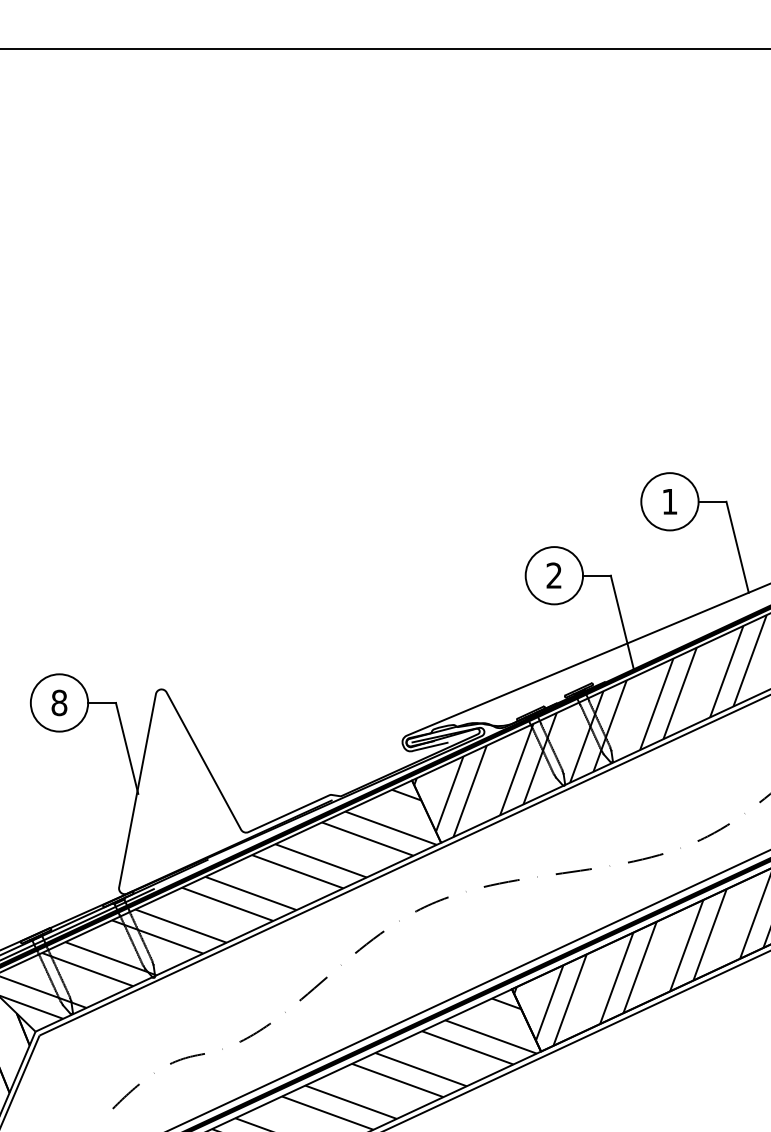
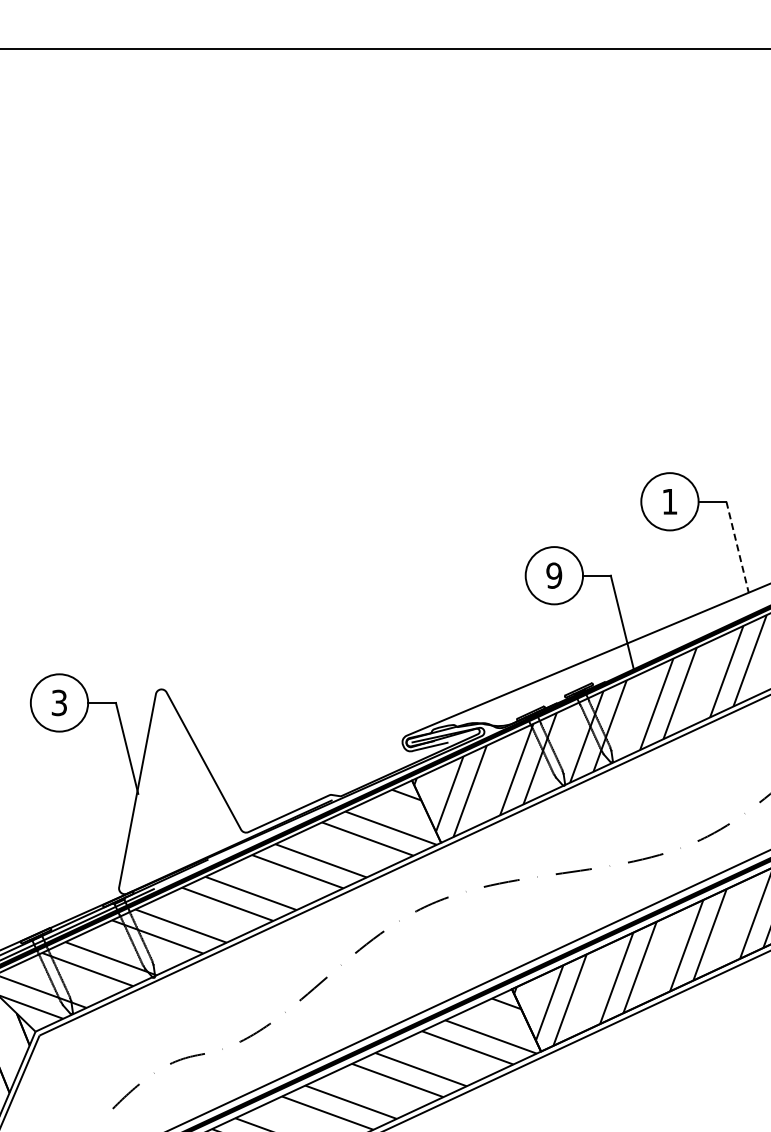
line at (737, 547): solid -> dashed
text at (554, 575): 2 -> 9
text at (59, 702): 8 -> 3
